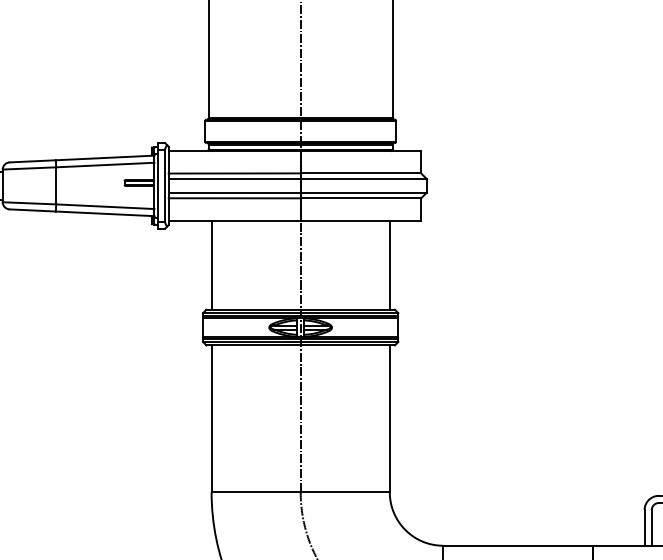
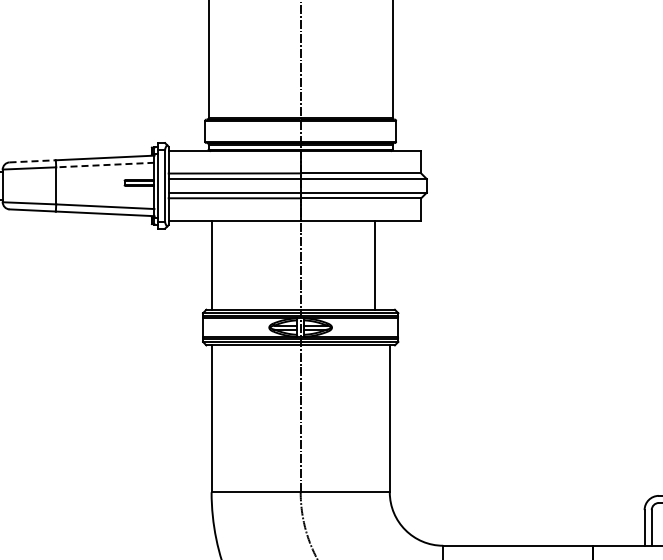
line at (33, 161): solid -> dashed
line at (104, 165): solid -> dashed
line at (389, 264) position: (389, 264) -> (374, 264)
